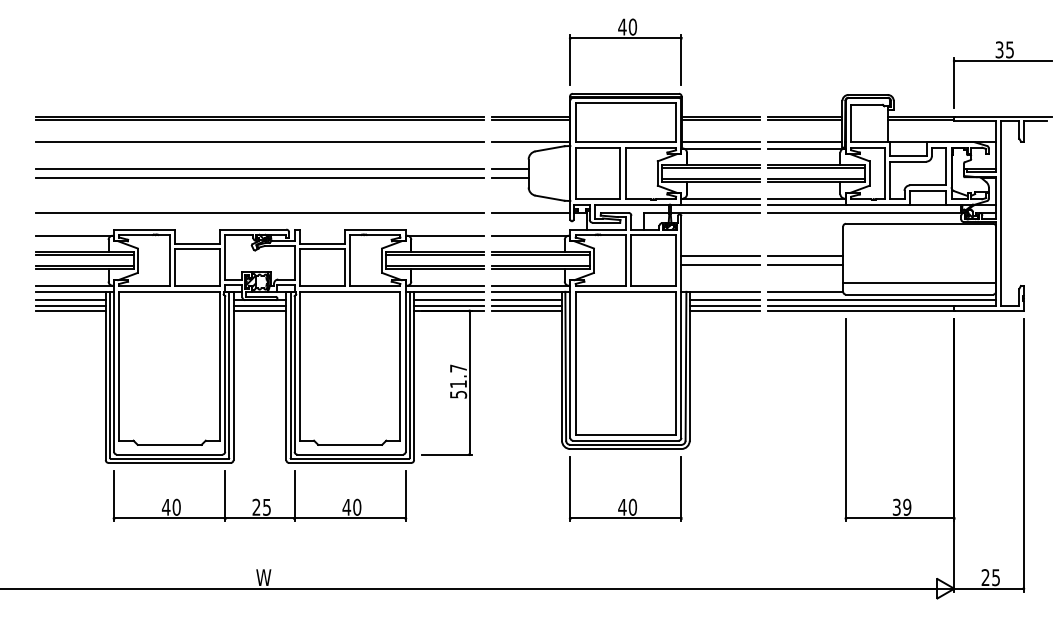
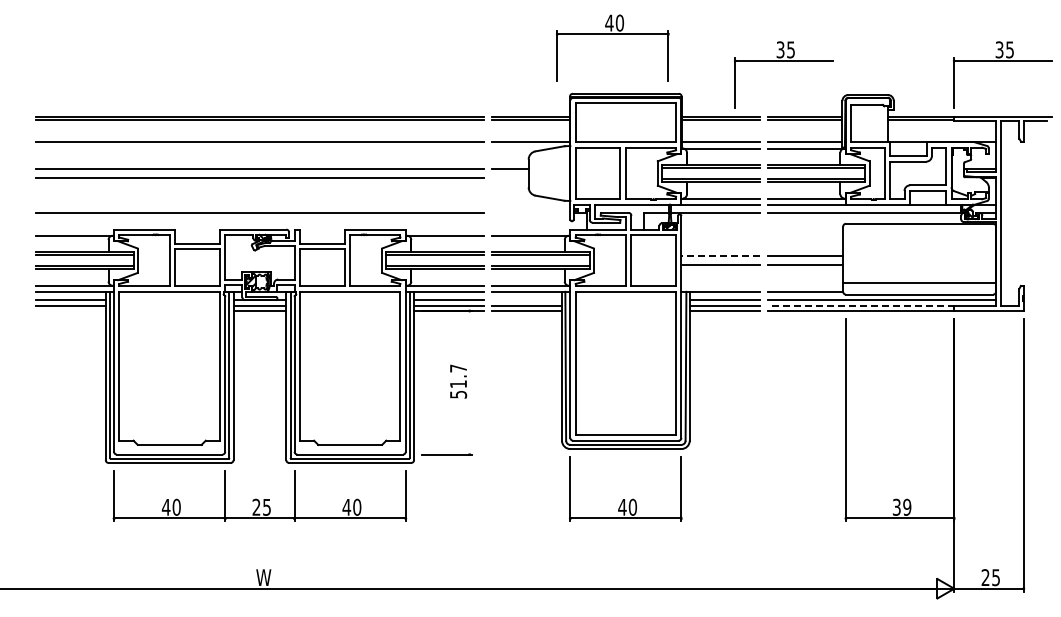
part at (625, 38) position: (625, 38) -> (612, 34)
part at (783, 61): none -> present
line at (510, 178): present -> none
line at (531, 212): present -> none
line at (719, 256): solid -> dashed
line at (526, 300): present -> none
line at (861, 306): solid -> dashed
line at (70, 311): present -> none
line at (469, 382): present -> none
